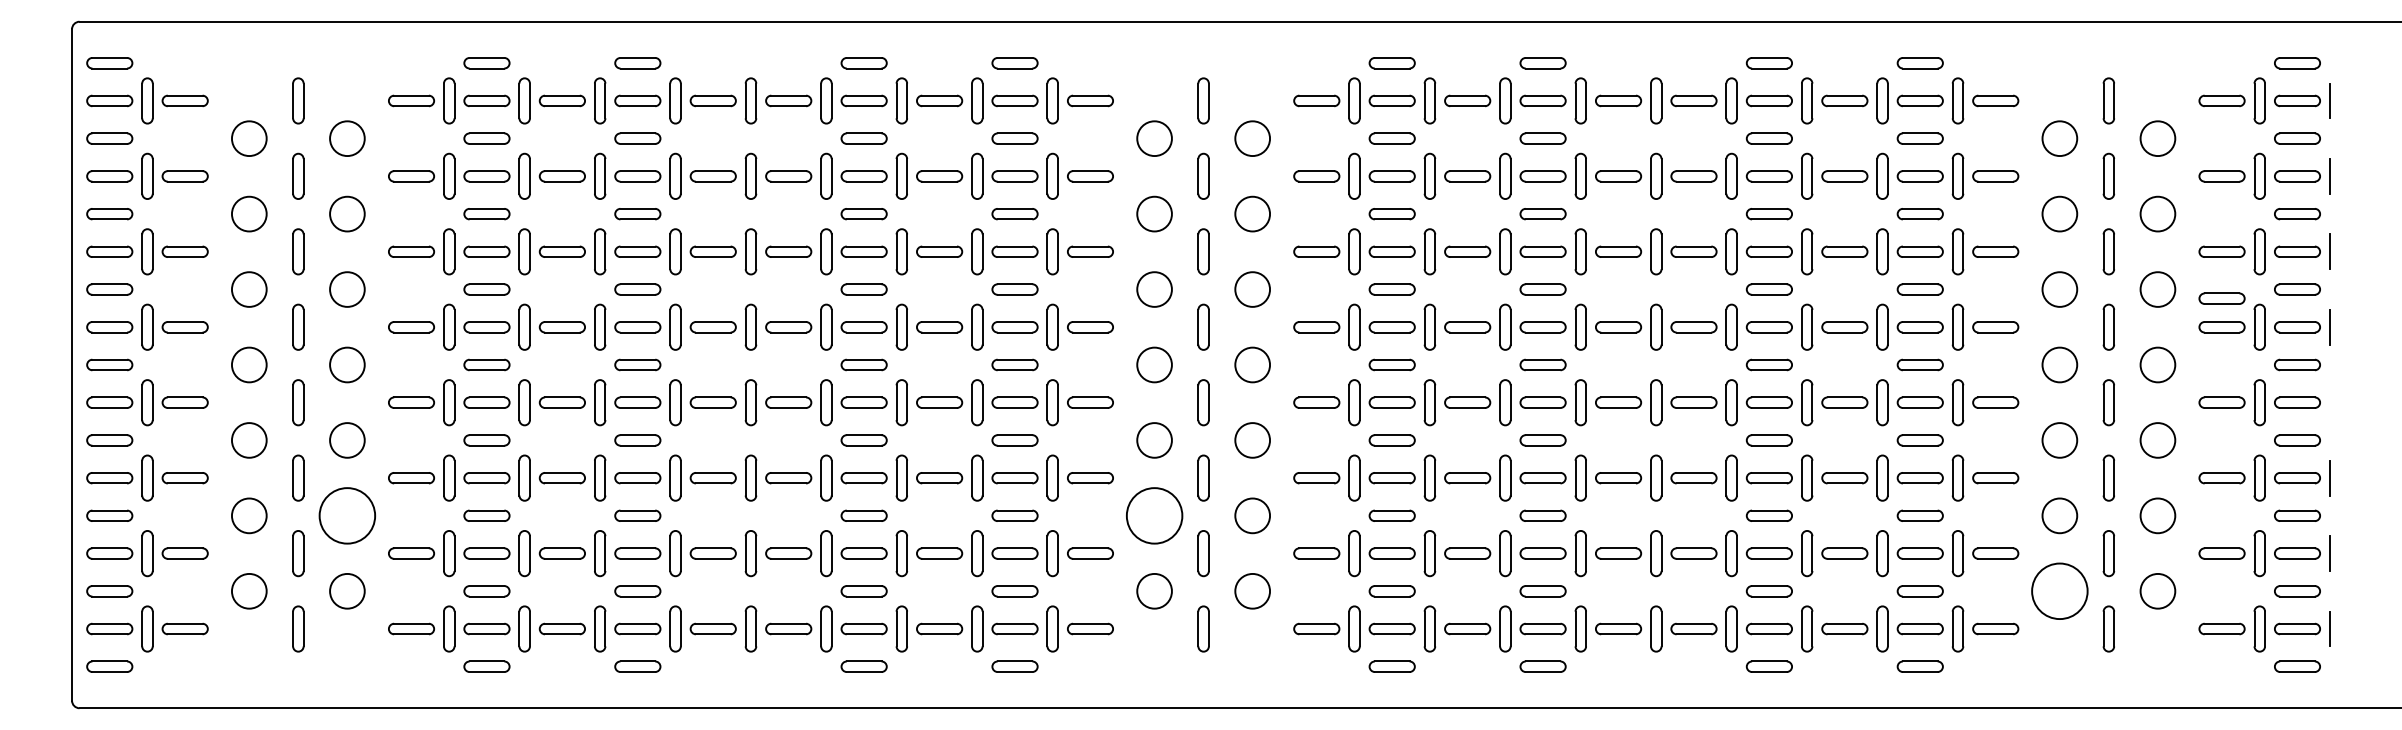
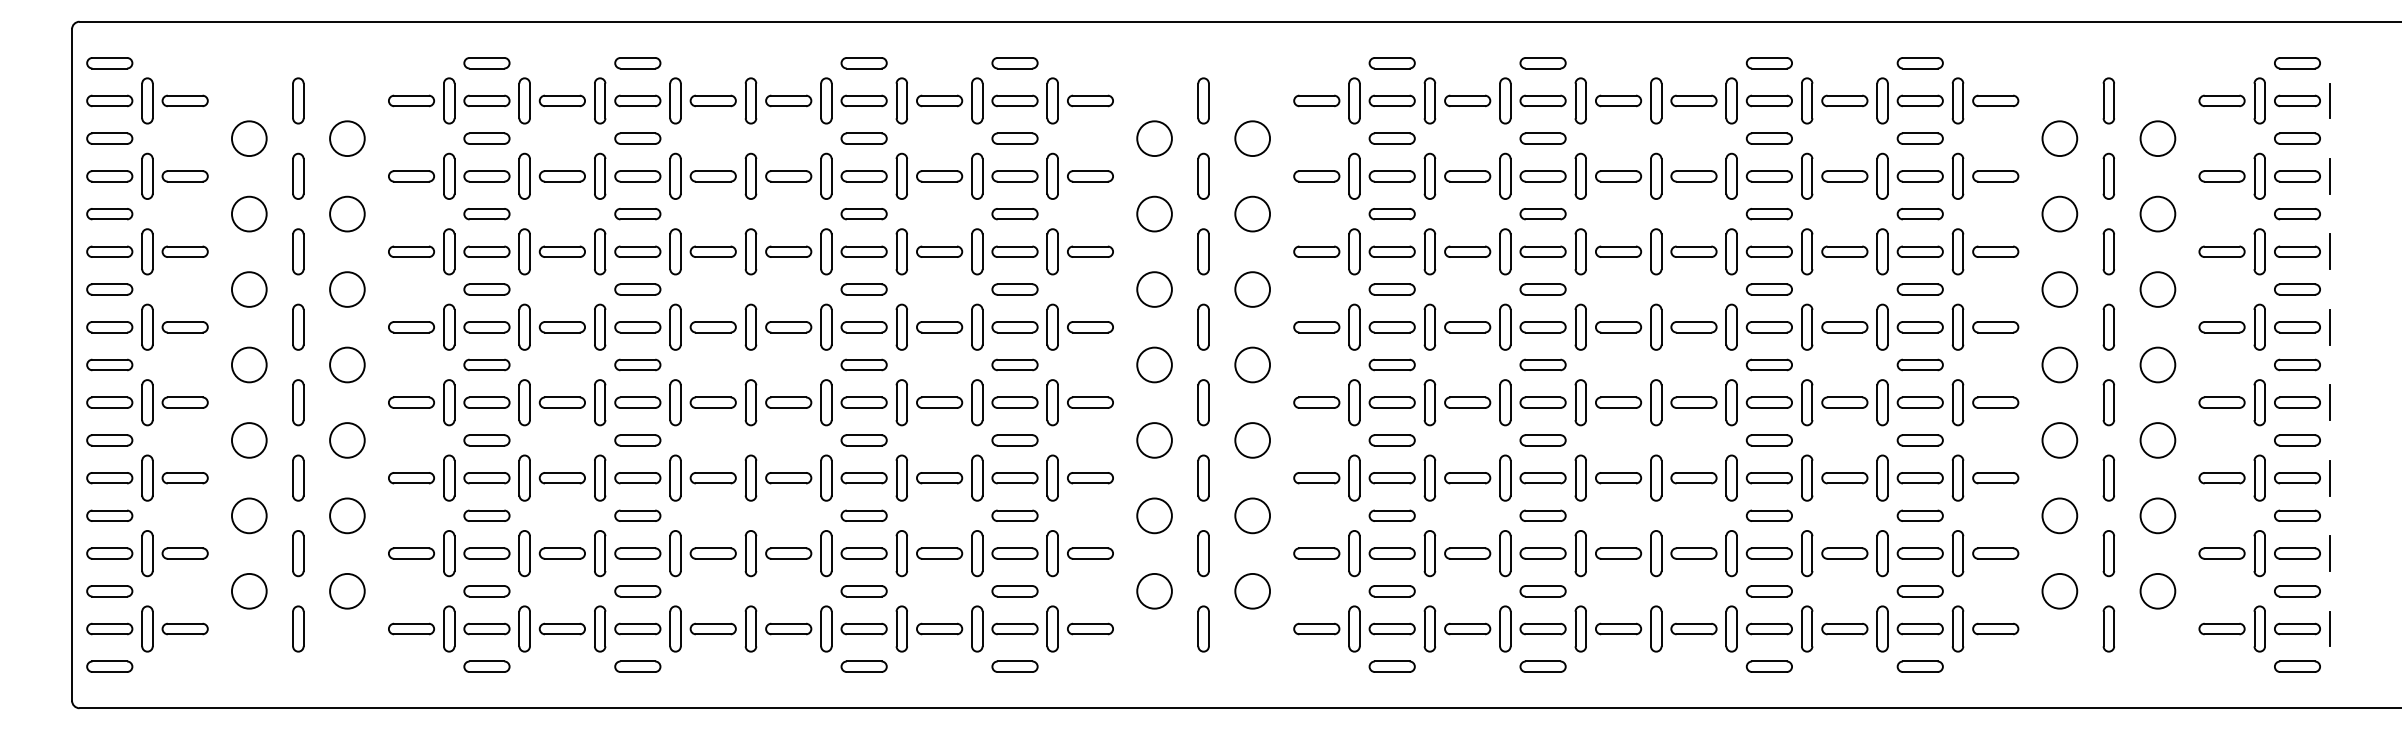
part at (2221, 298): present -> none
line at (2329, 402): none -> present
circle at (347, 515) diameter: 56 px -> 35 px
circle at (1154, 515) diameter: 56 px -> 35 px
circle at (2059, 591) diameter: 56 px -> 35 px
